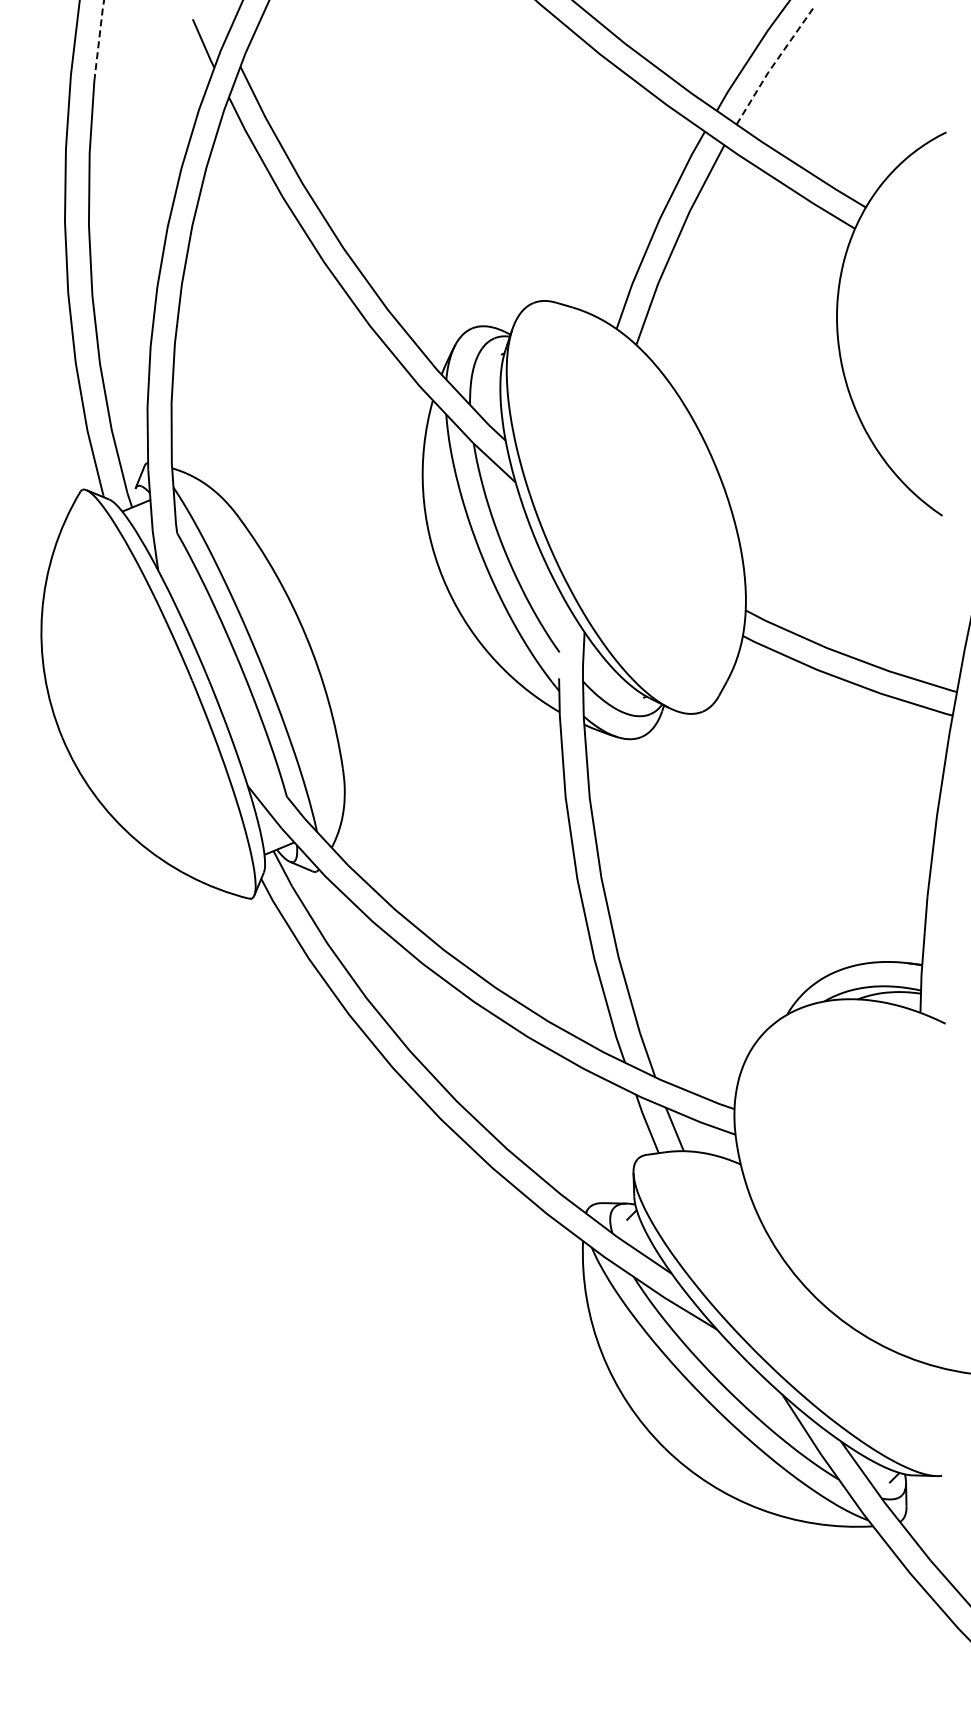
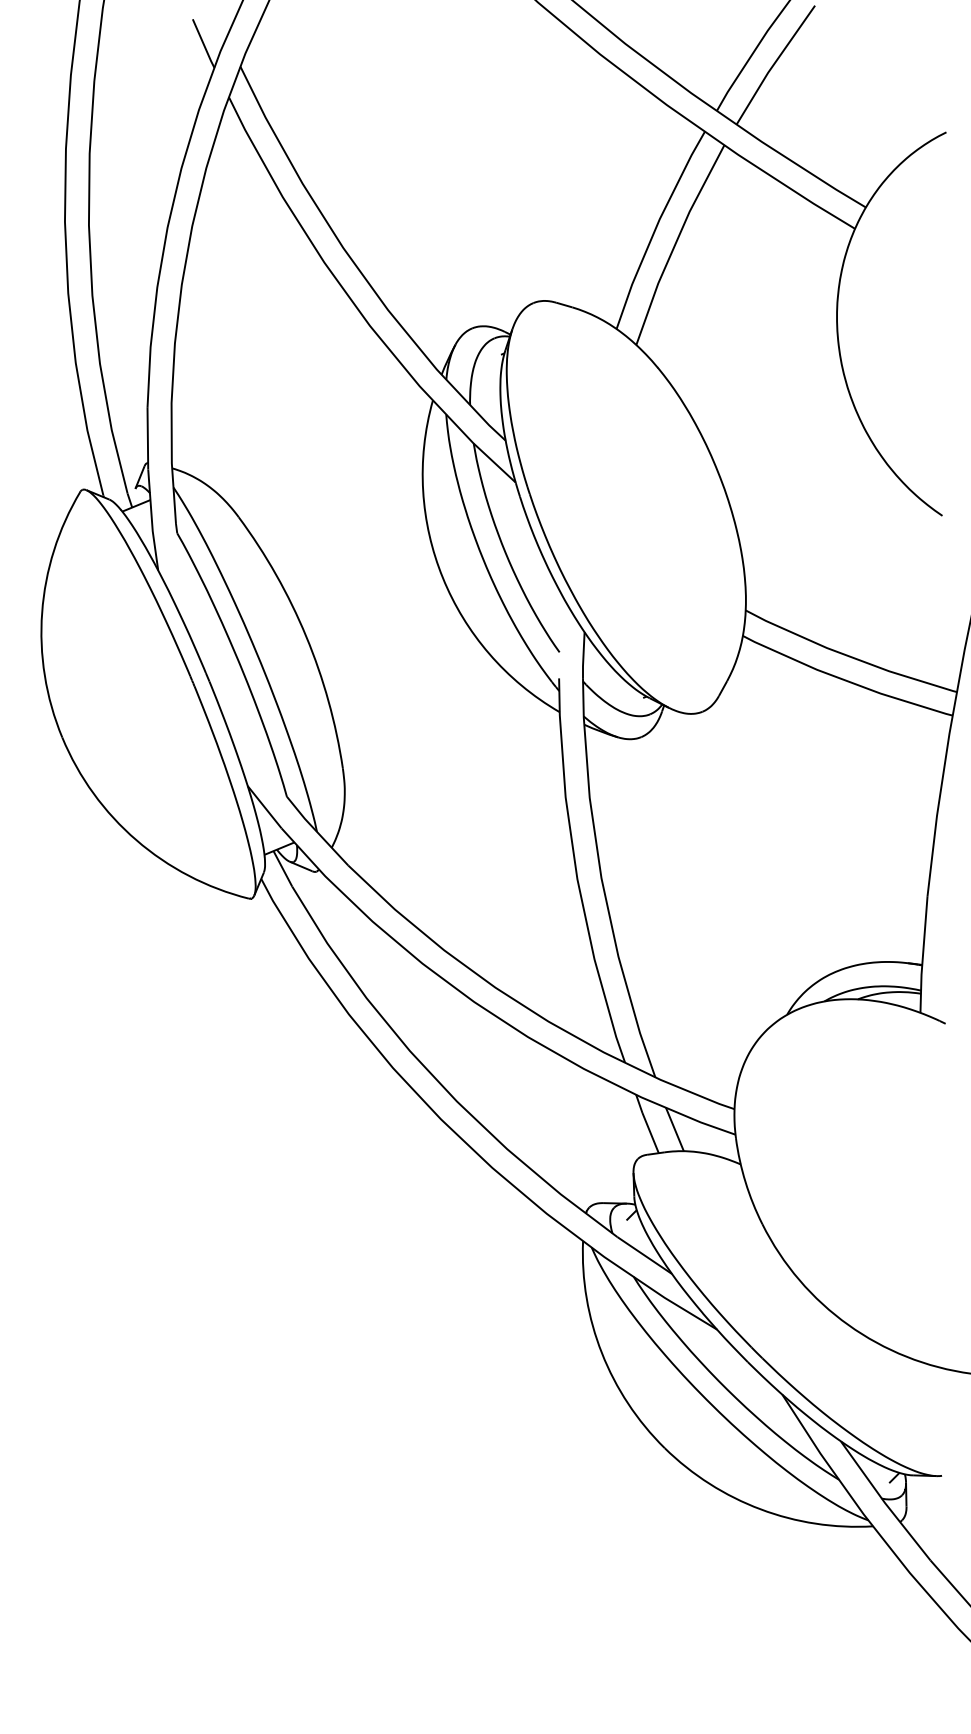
line at (99, 39): dashed -> solid
line at (773, 64): dashed -> solid
